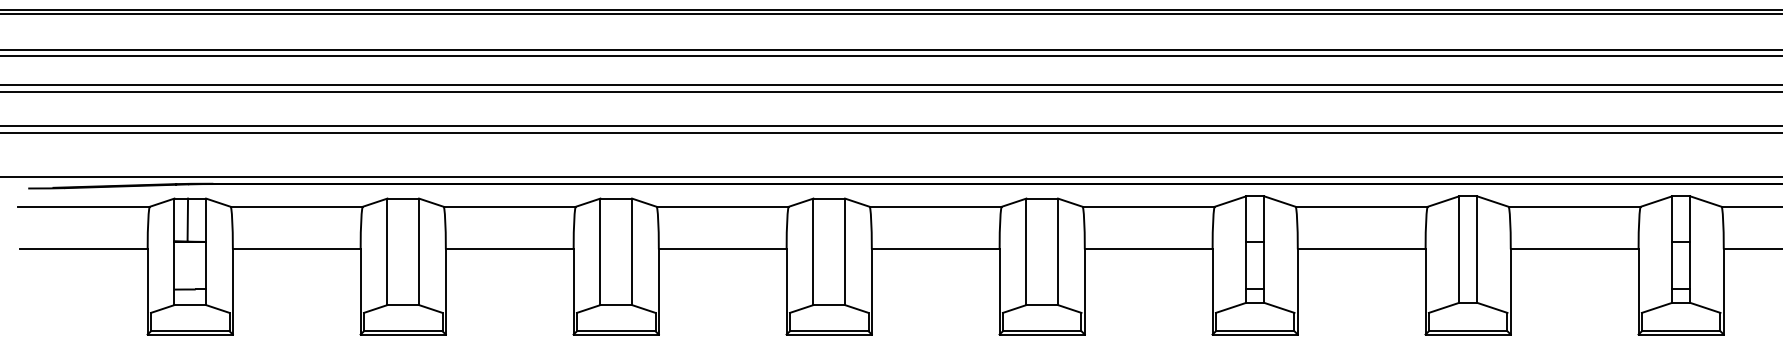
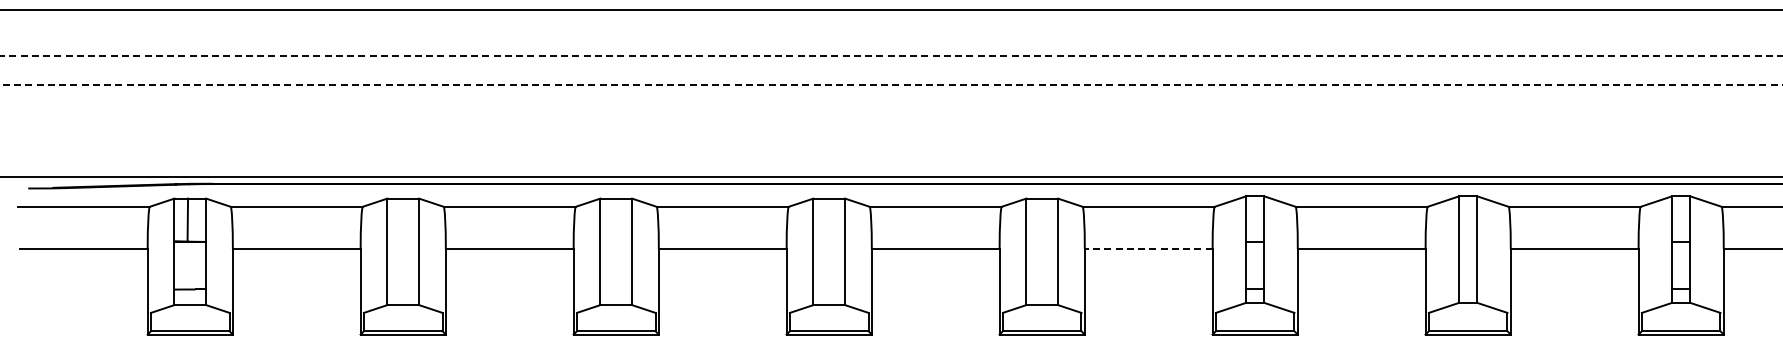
line at (890, 13): present -> none
line at (890, 49): present -> none
line at (891, 56): solid -> dashed
line at (891, 85): solid -> dashed
line at (890, 92): present -> none
line at (890, 126): present -> none
line at (890, 133): present -> none
line at (1148, 249): solid -> dashed
